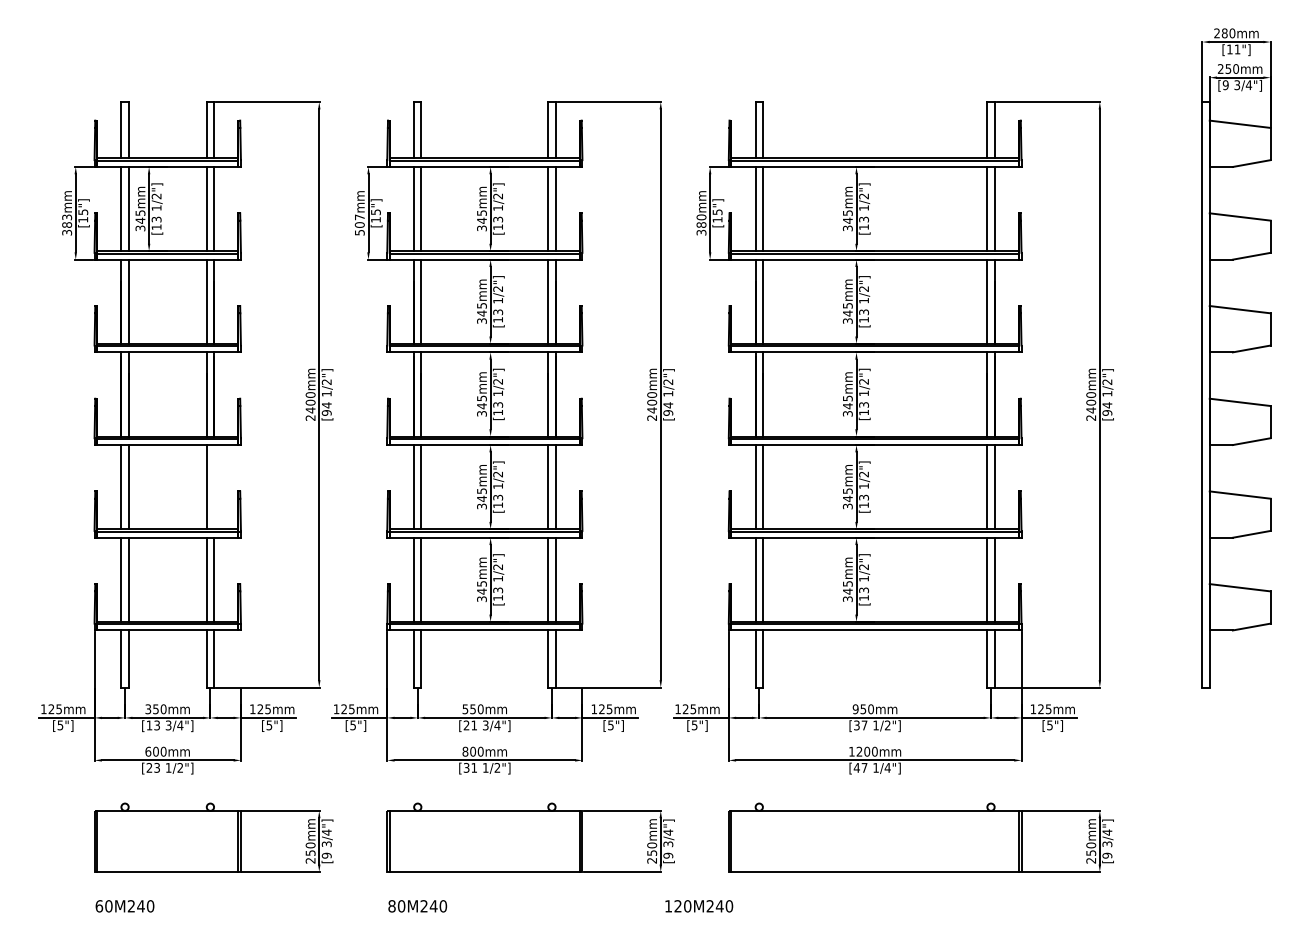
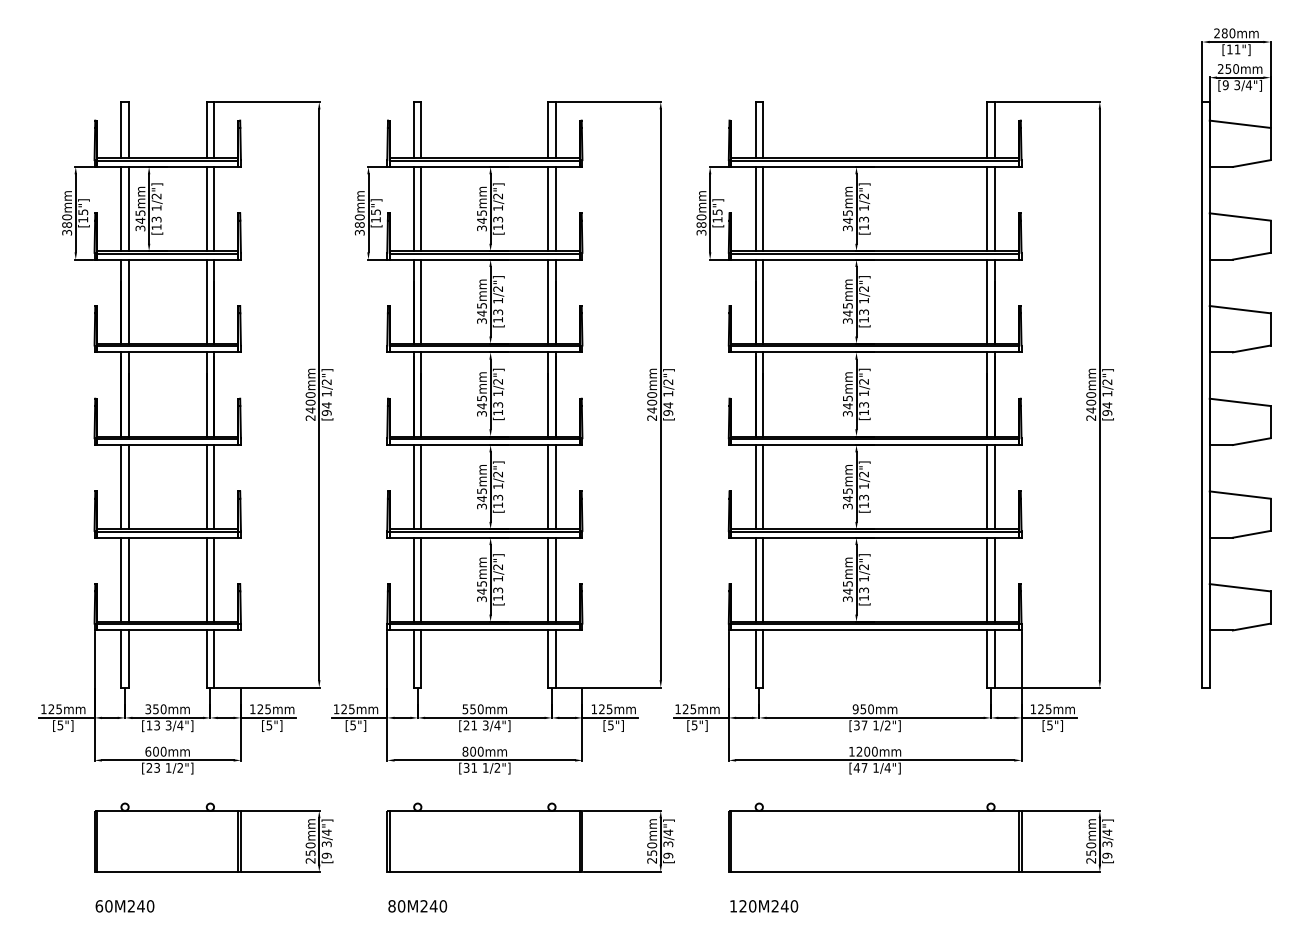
text at (67, 217): 383mm -> 380mm
text at (359, 224): 507mm -> 380mm
line at (214, 487): none -> present
text at (699, 906) position: (699, 906) -> (764, 906)
